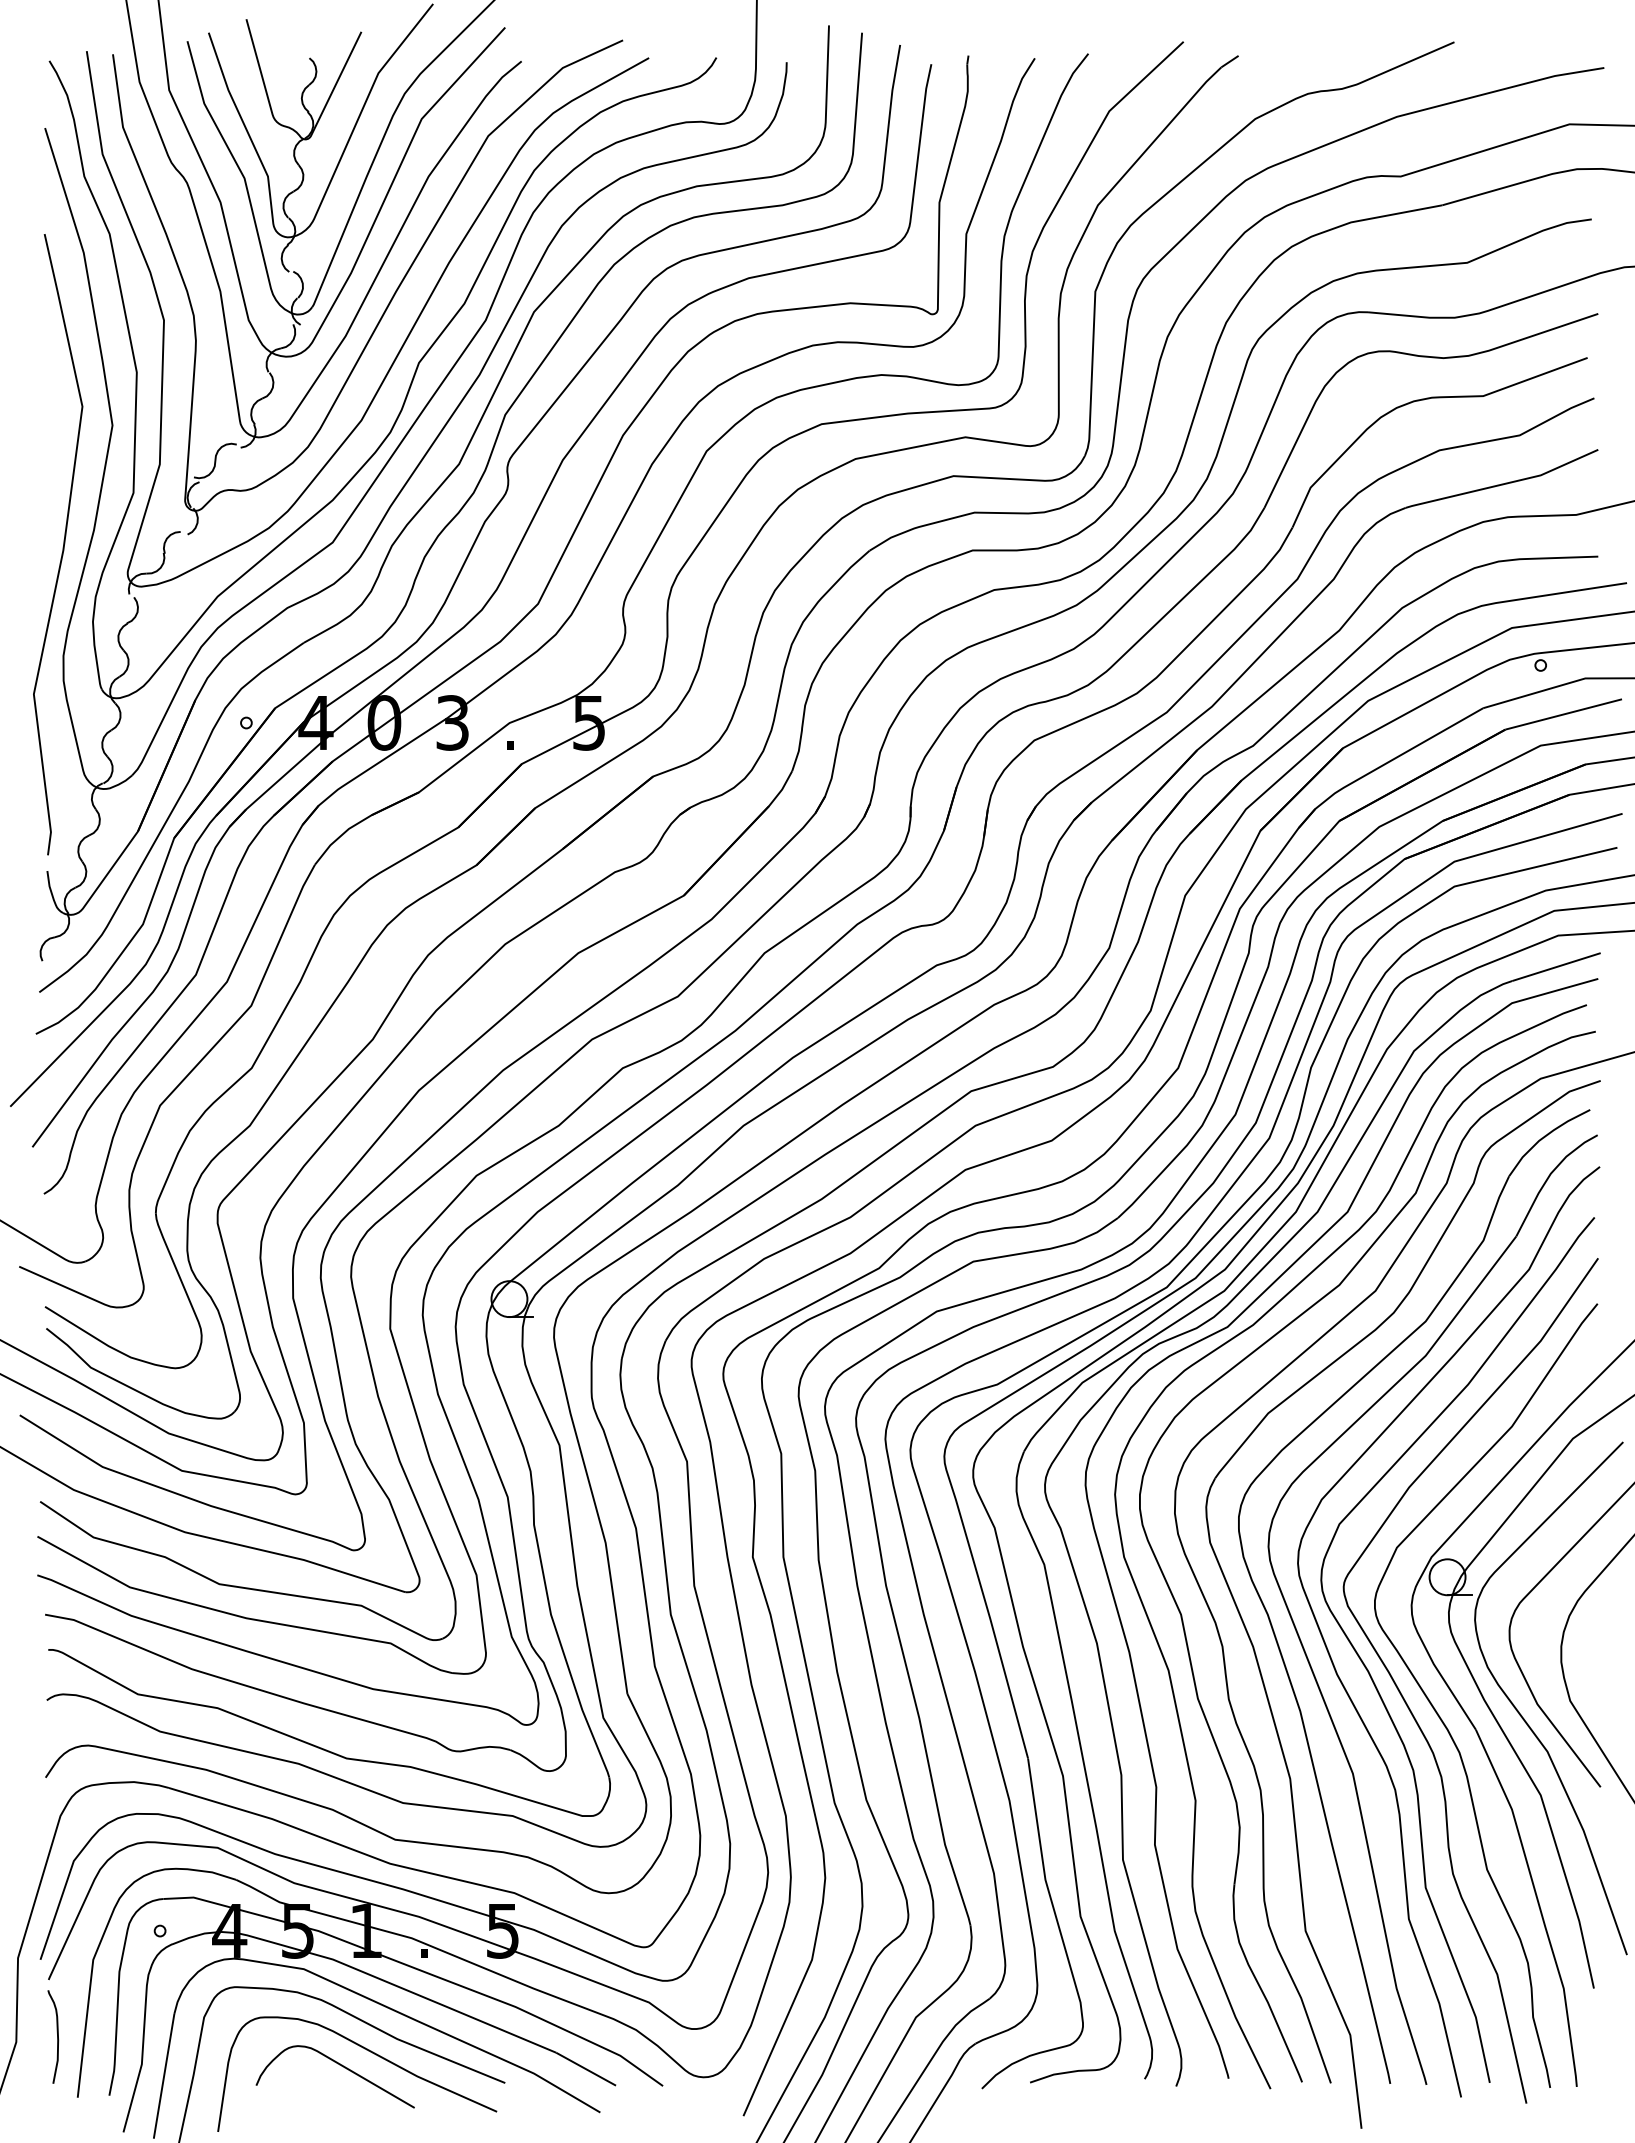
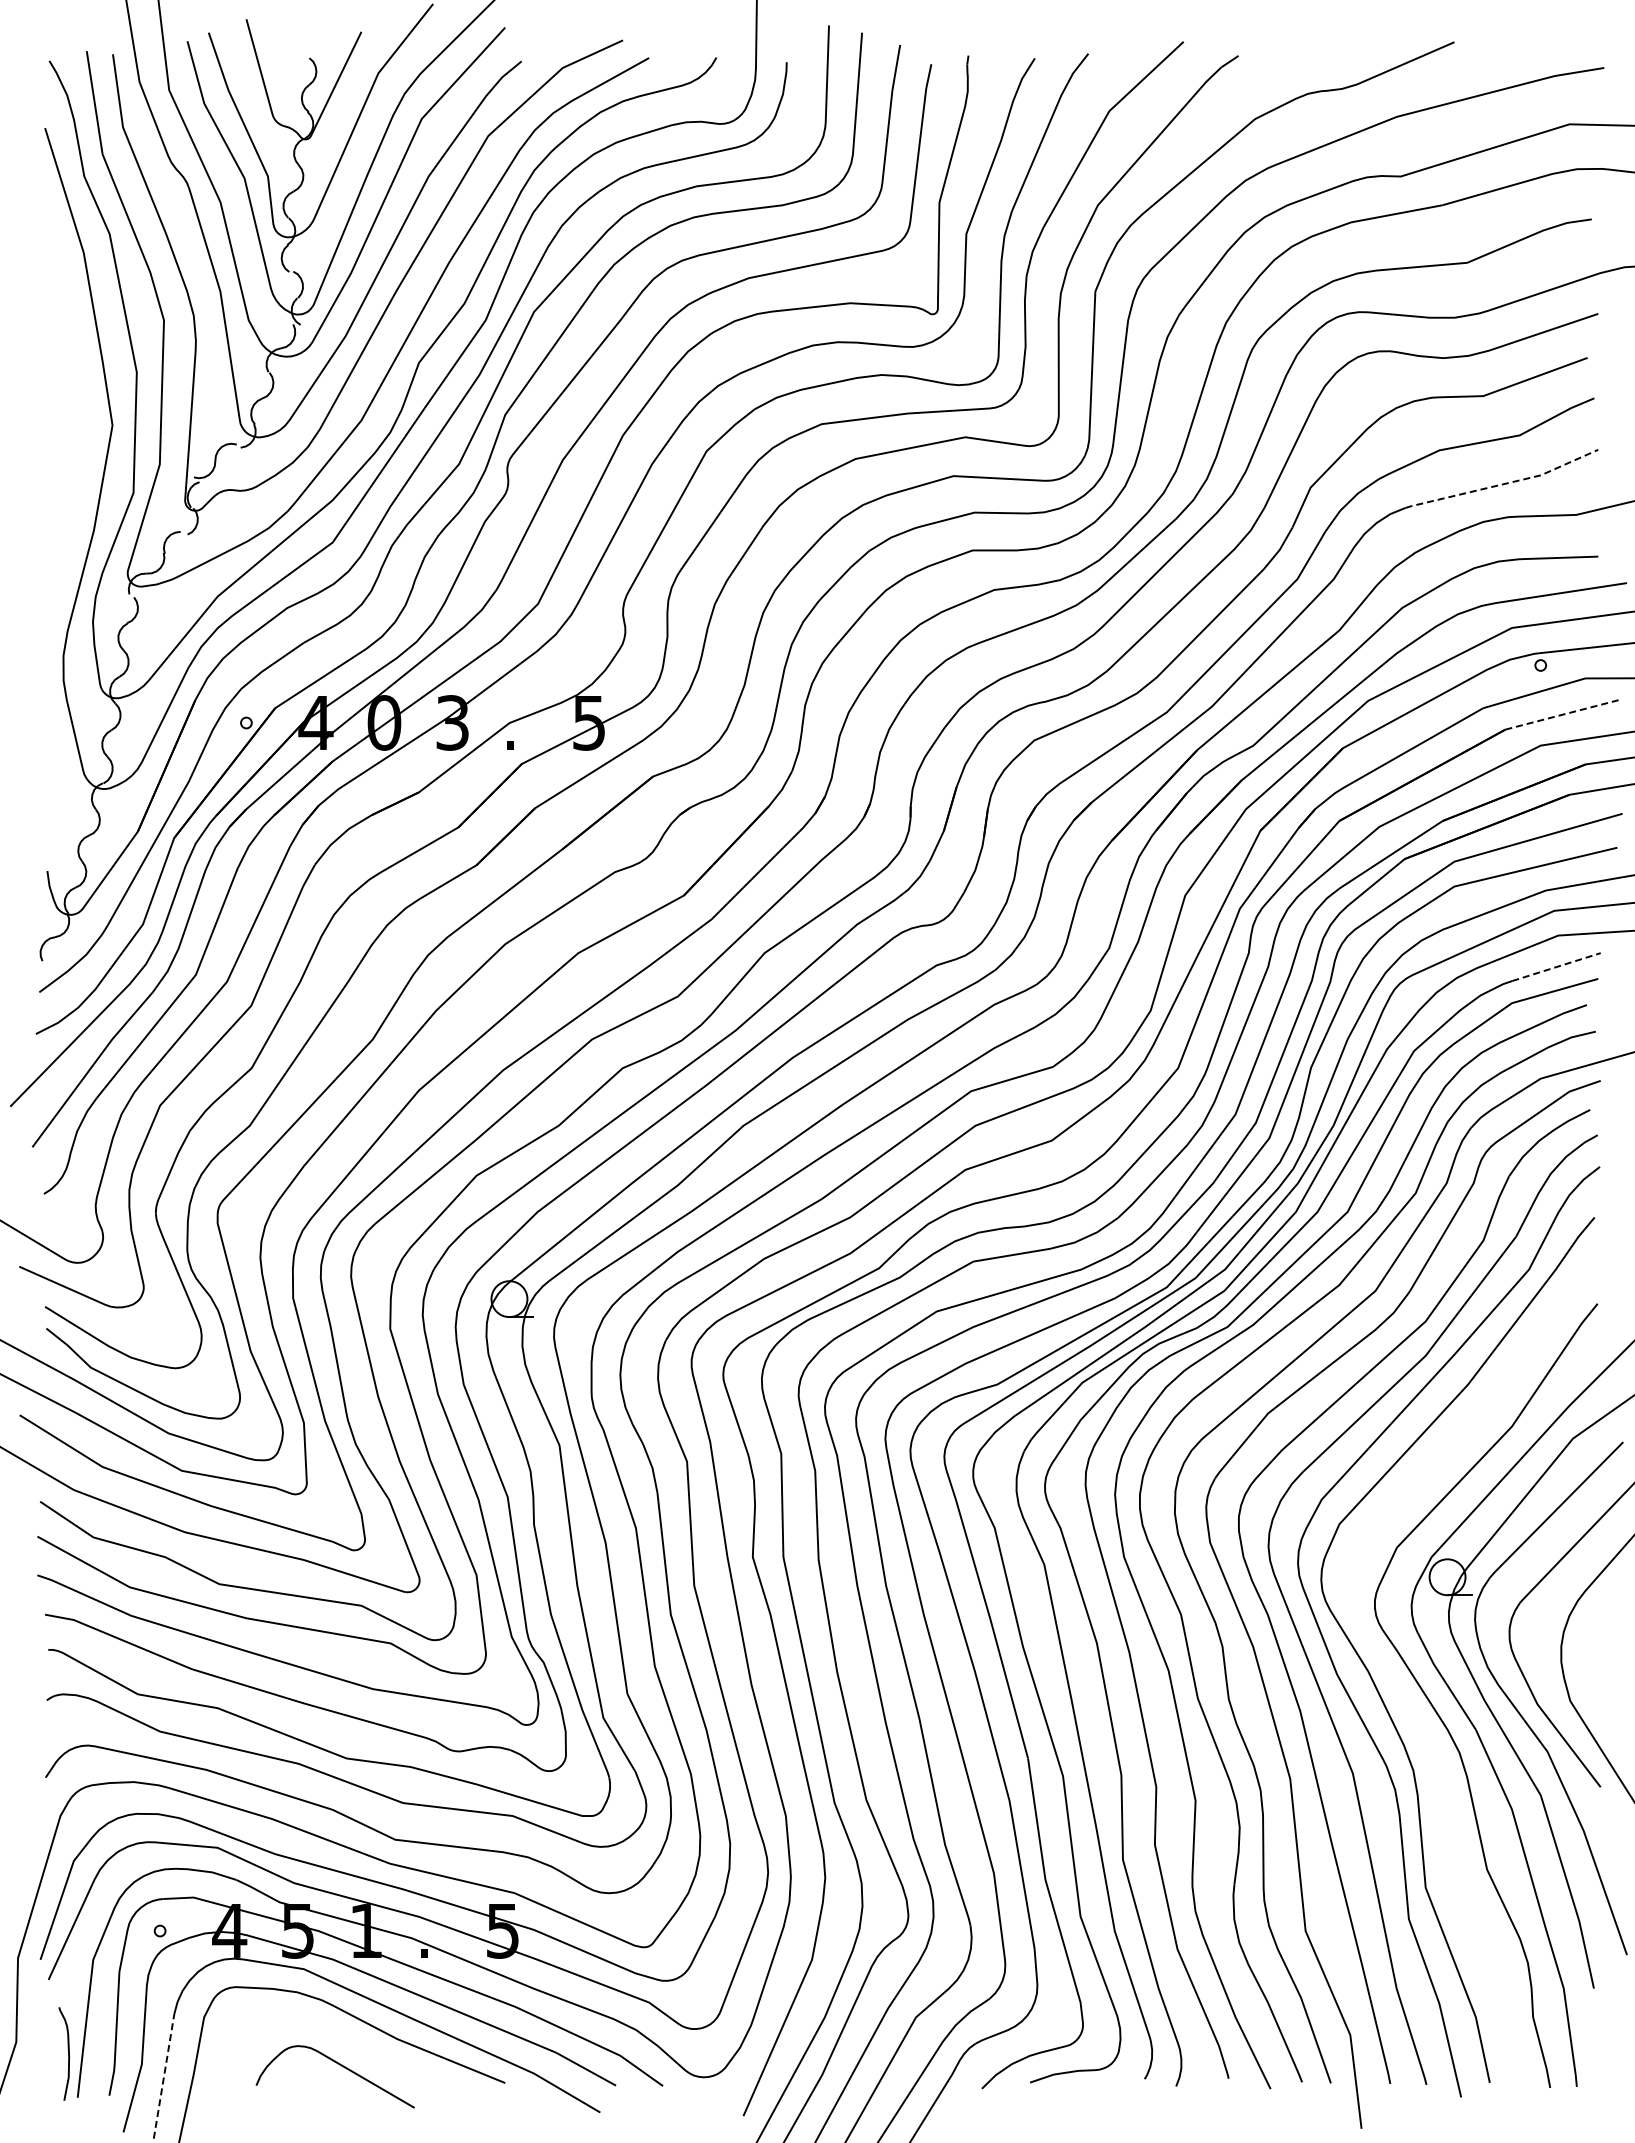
line at (1503, 484): solid -> dashed
curve at (63, 544): present -> none
line at (1564, 714): solid -> dashed
line at (1556, 966): solid -> dashed
curve at (1411, 1710): present -> none
curve at (57, 2036) position: (57, 2036) -> (68, 2053)
curve at (368, 2051): present -> none
line at (164, 2075): solid -> dashed
